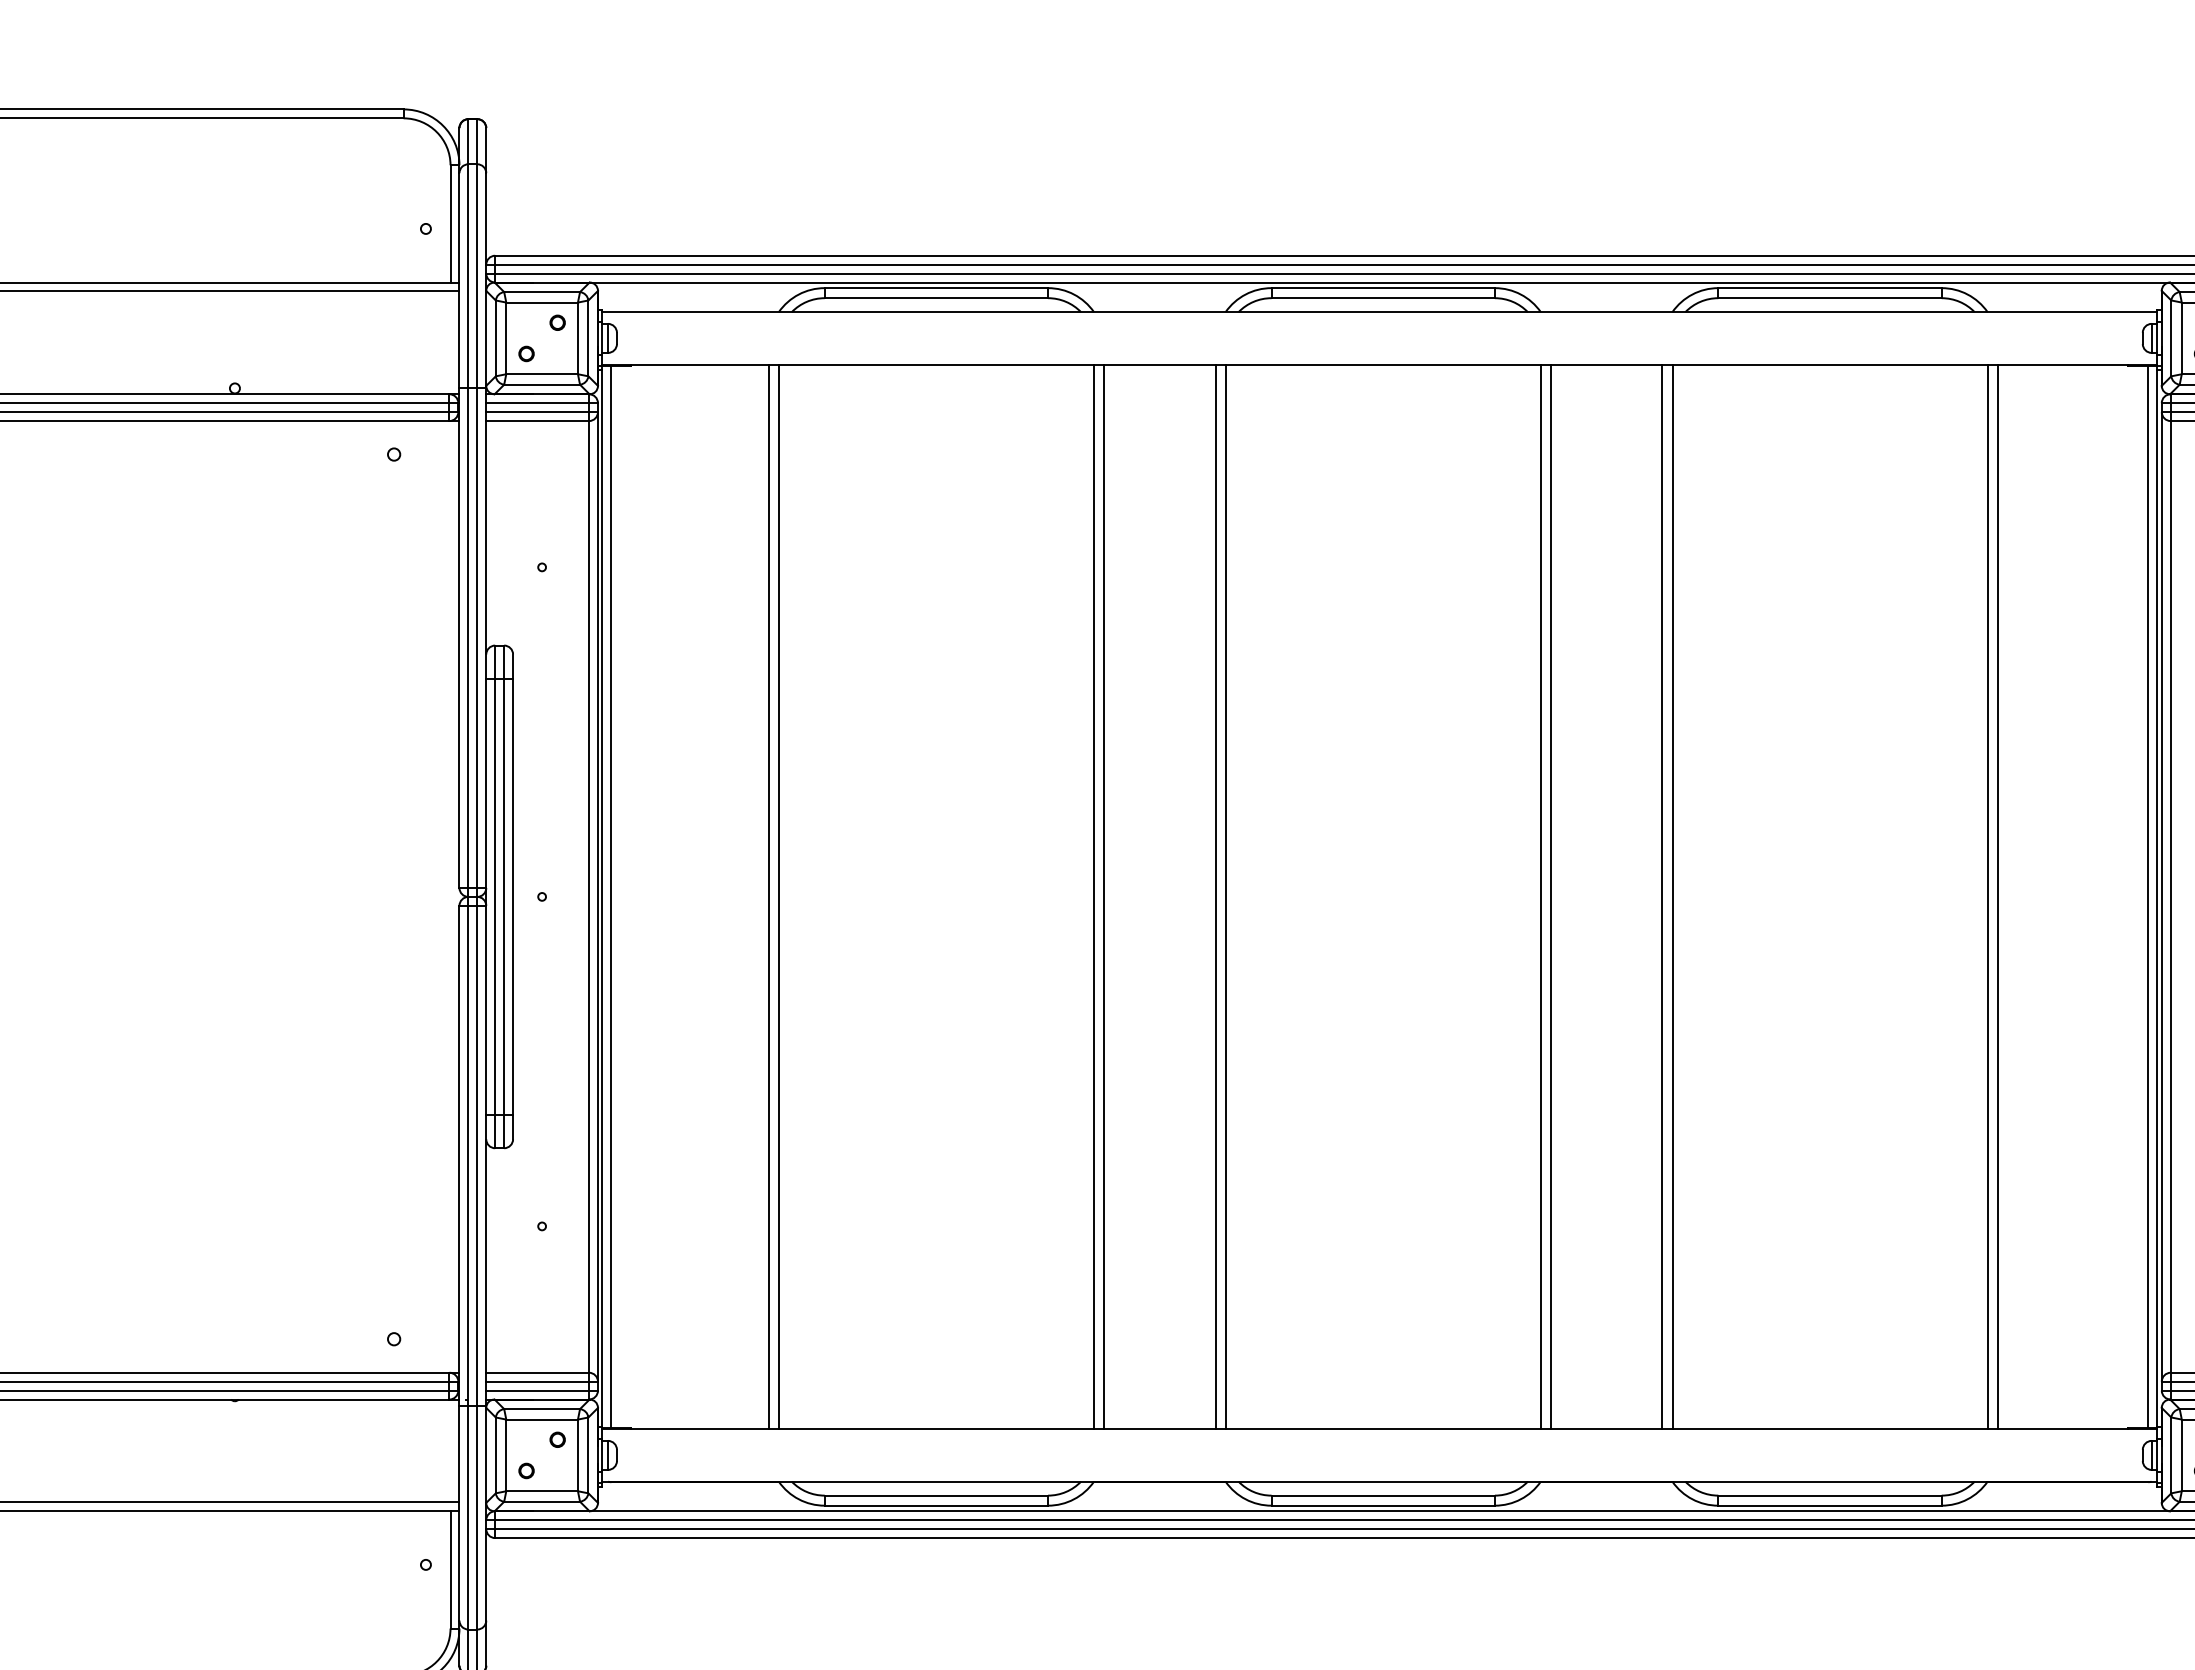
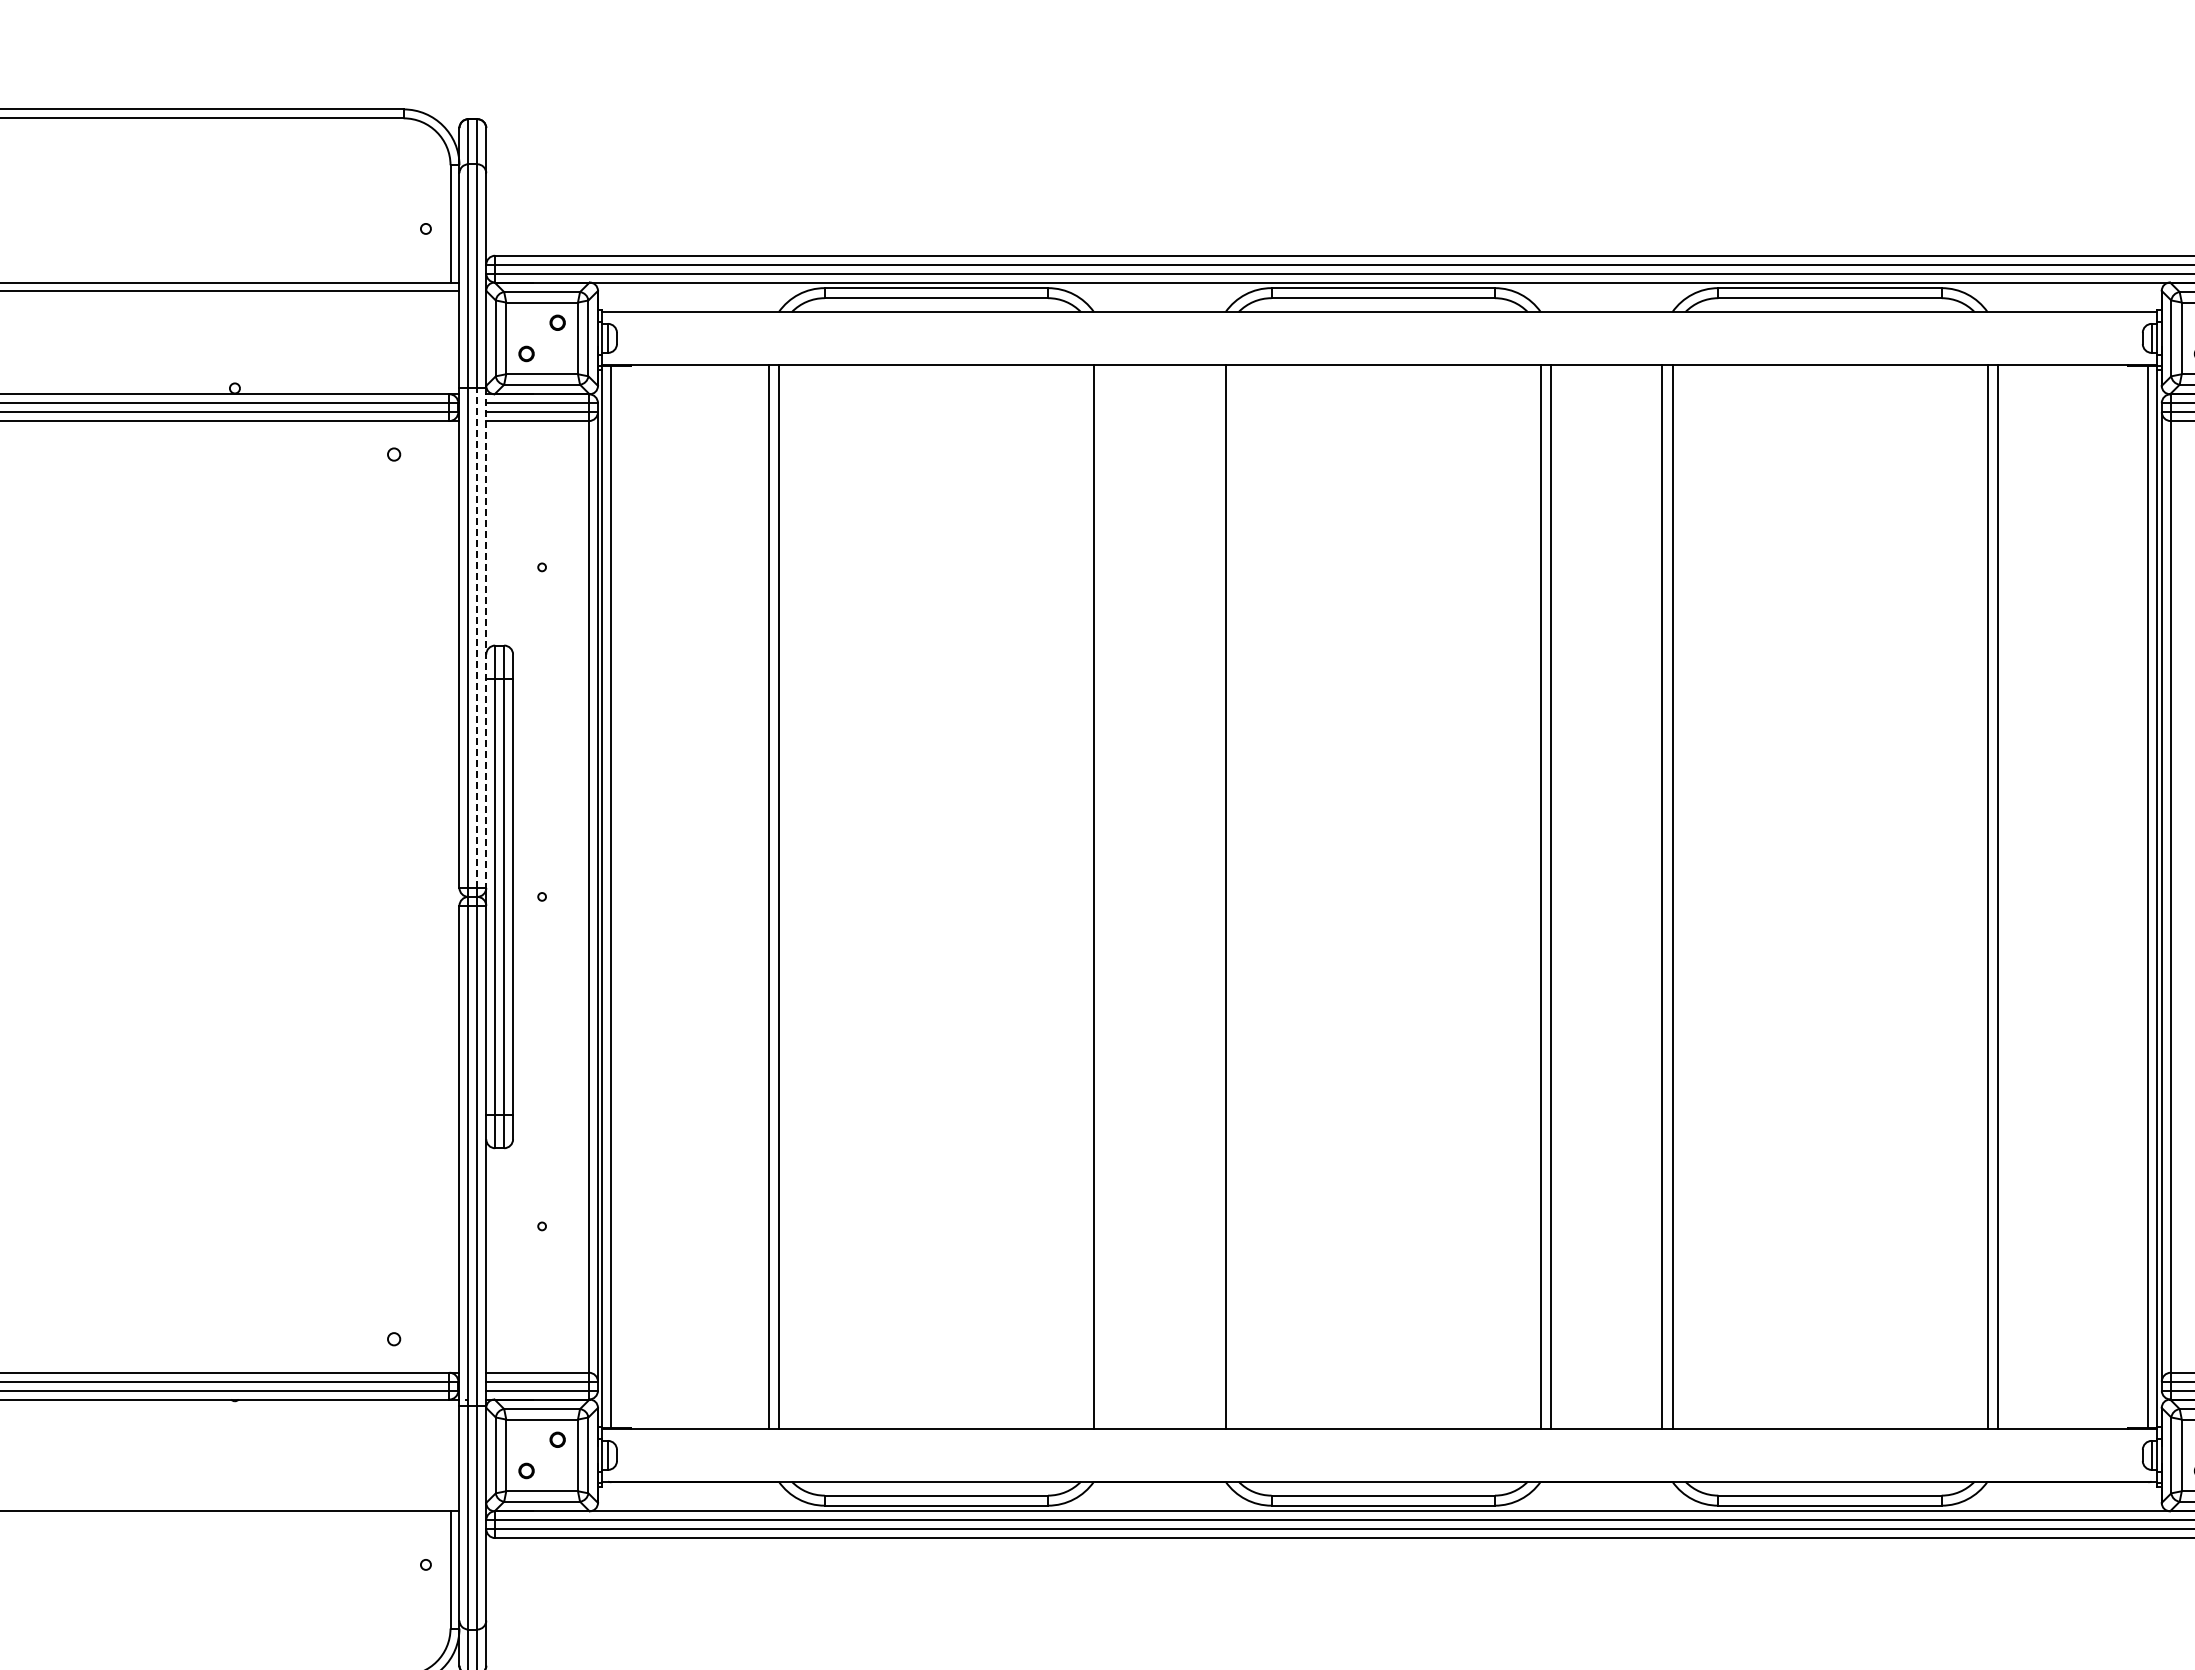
line at (477, 637): solid -> dashed
line at (486, 638): solid -> dashed
line at (1103, 896): present -> none
line at (1215, 896): present -> none
line at (230, 1502): present -> none
